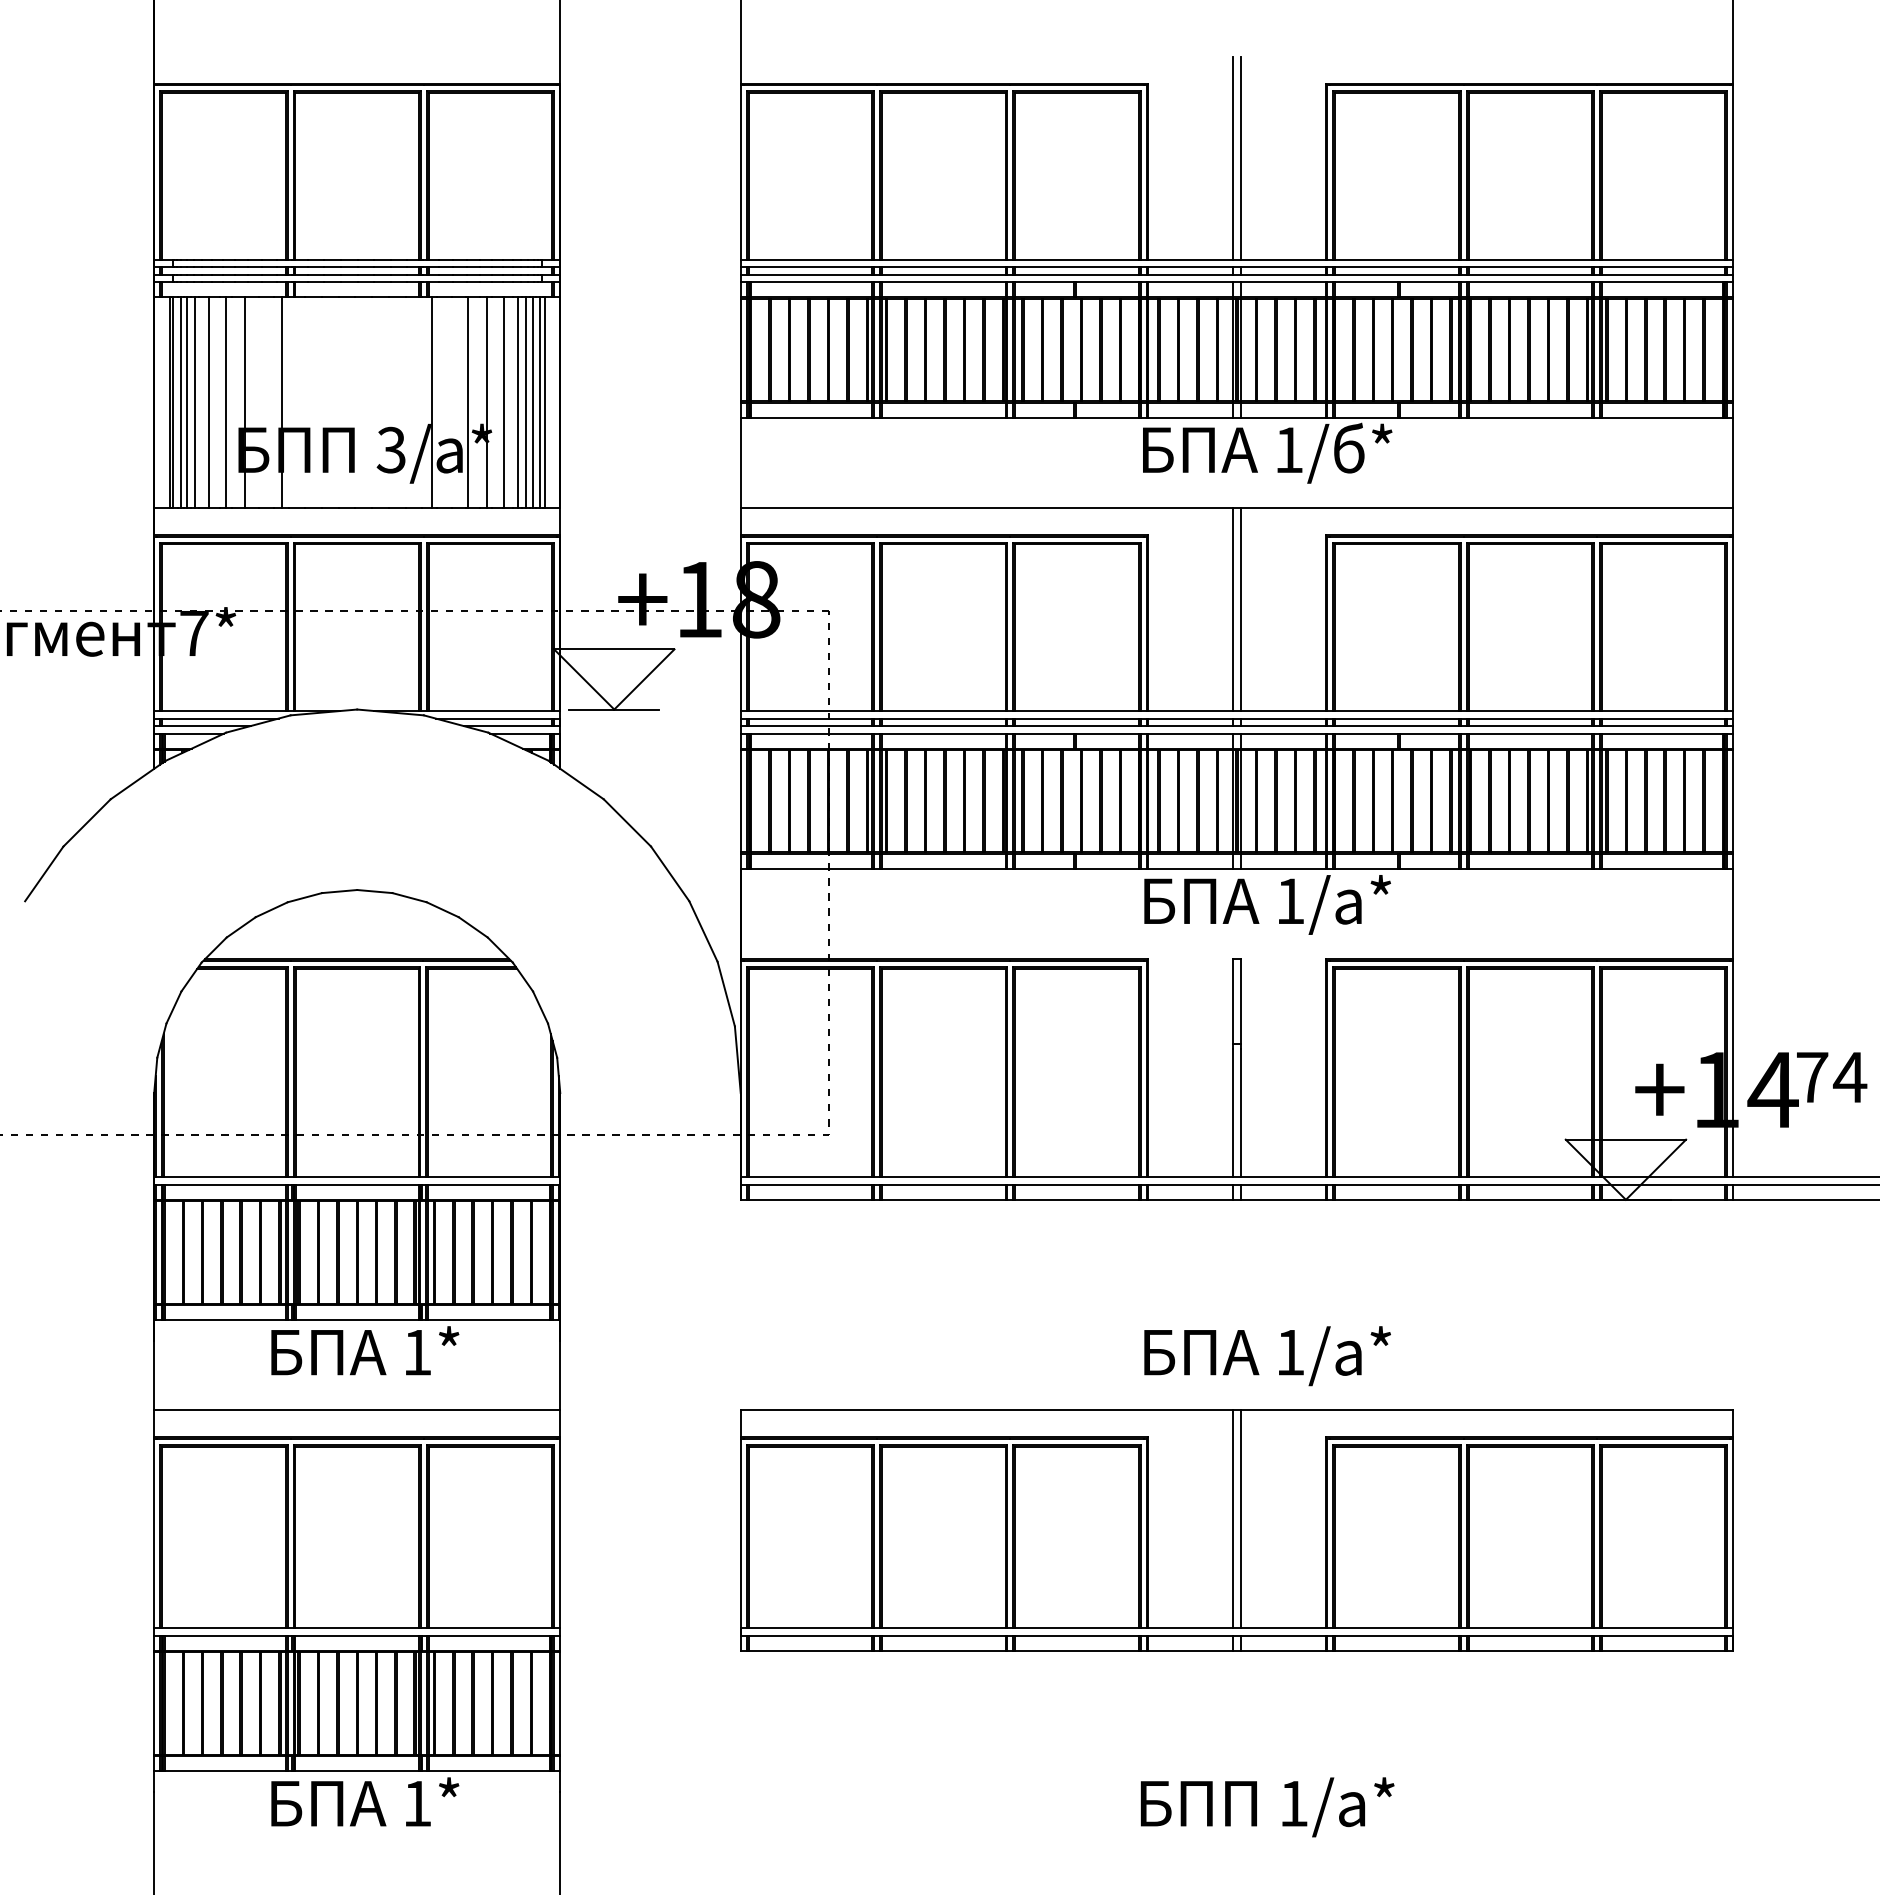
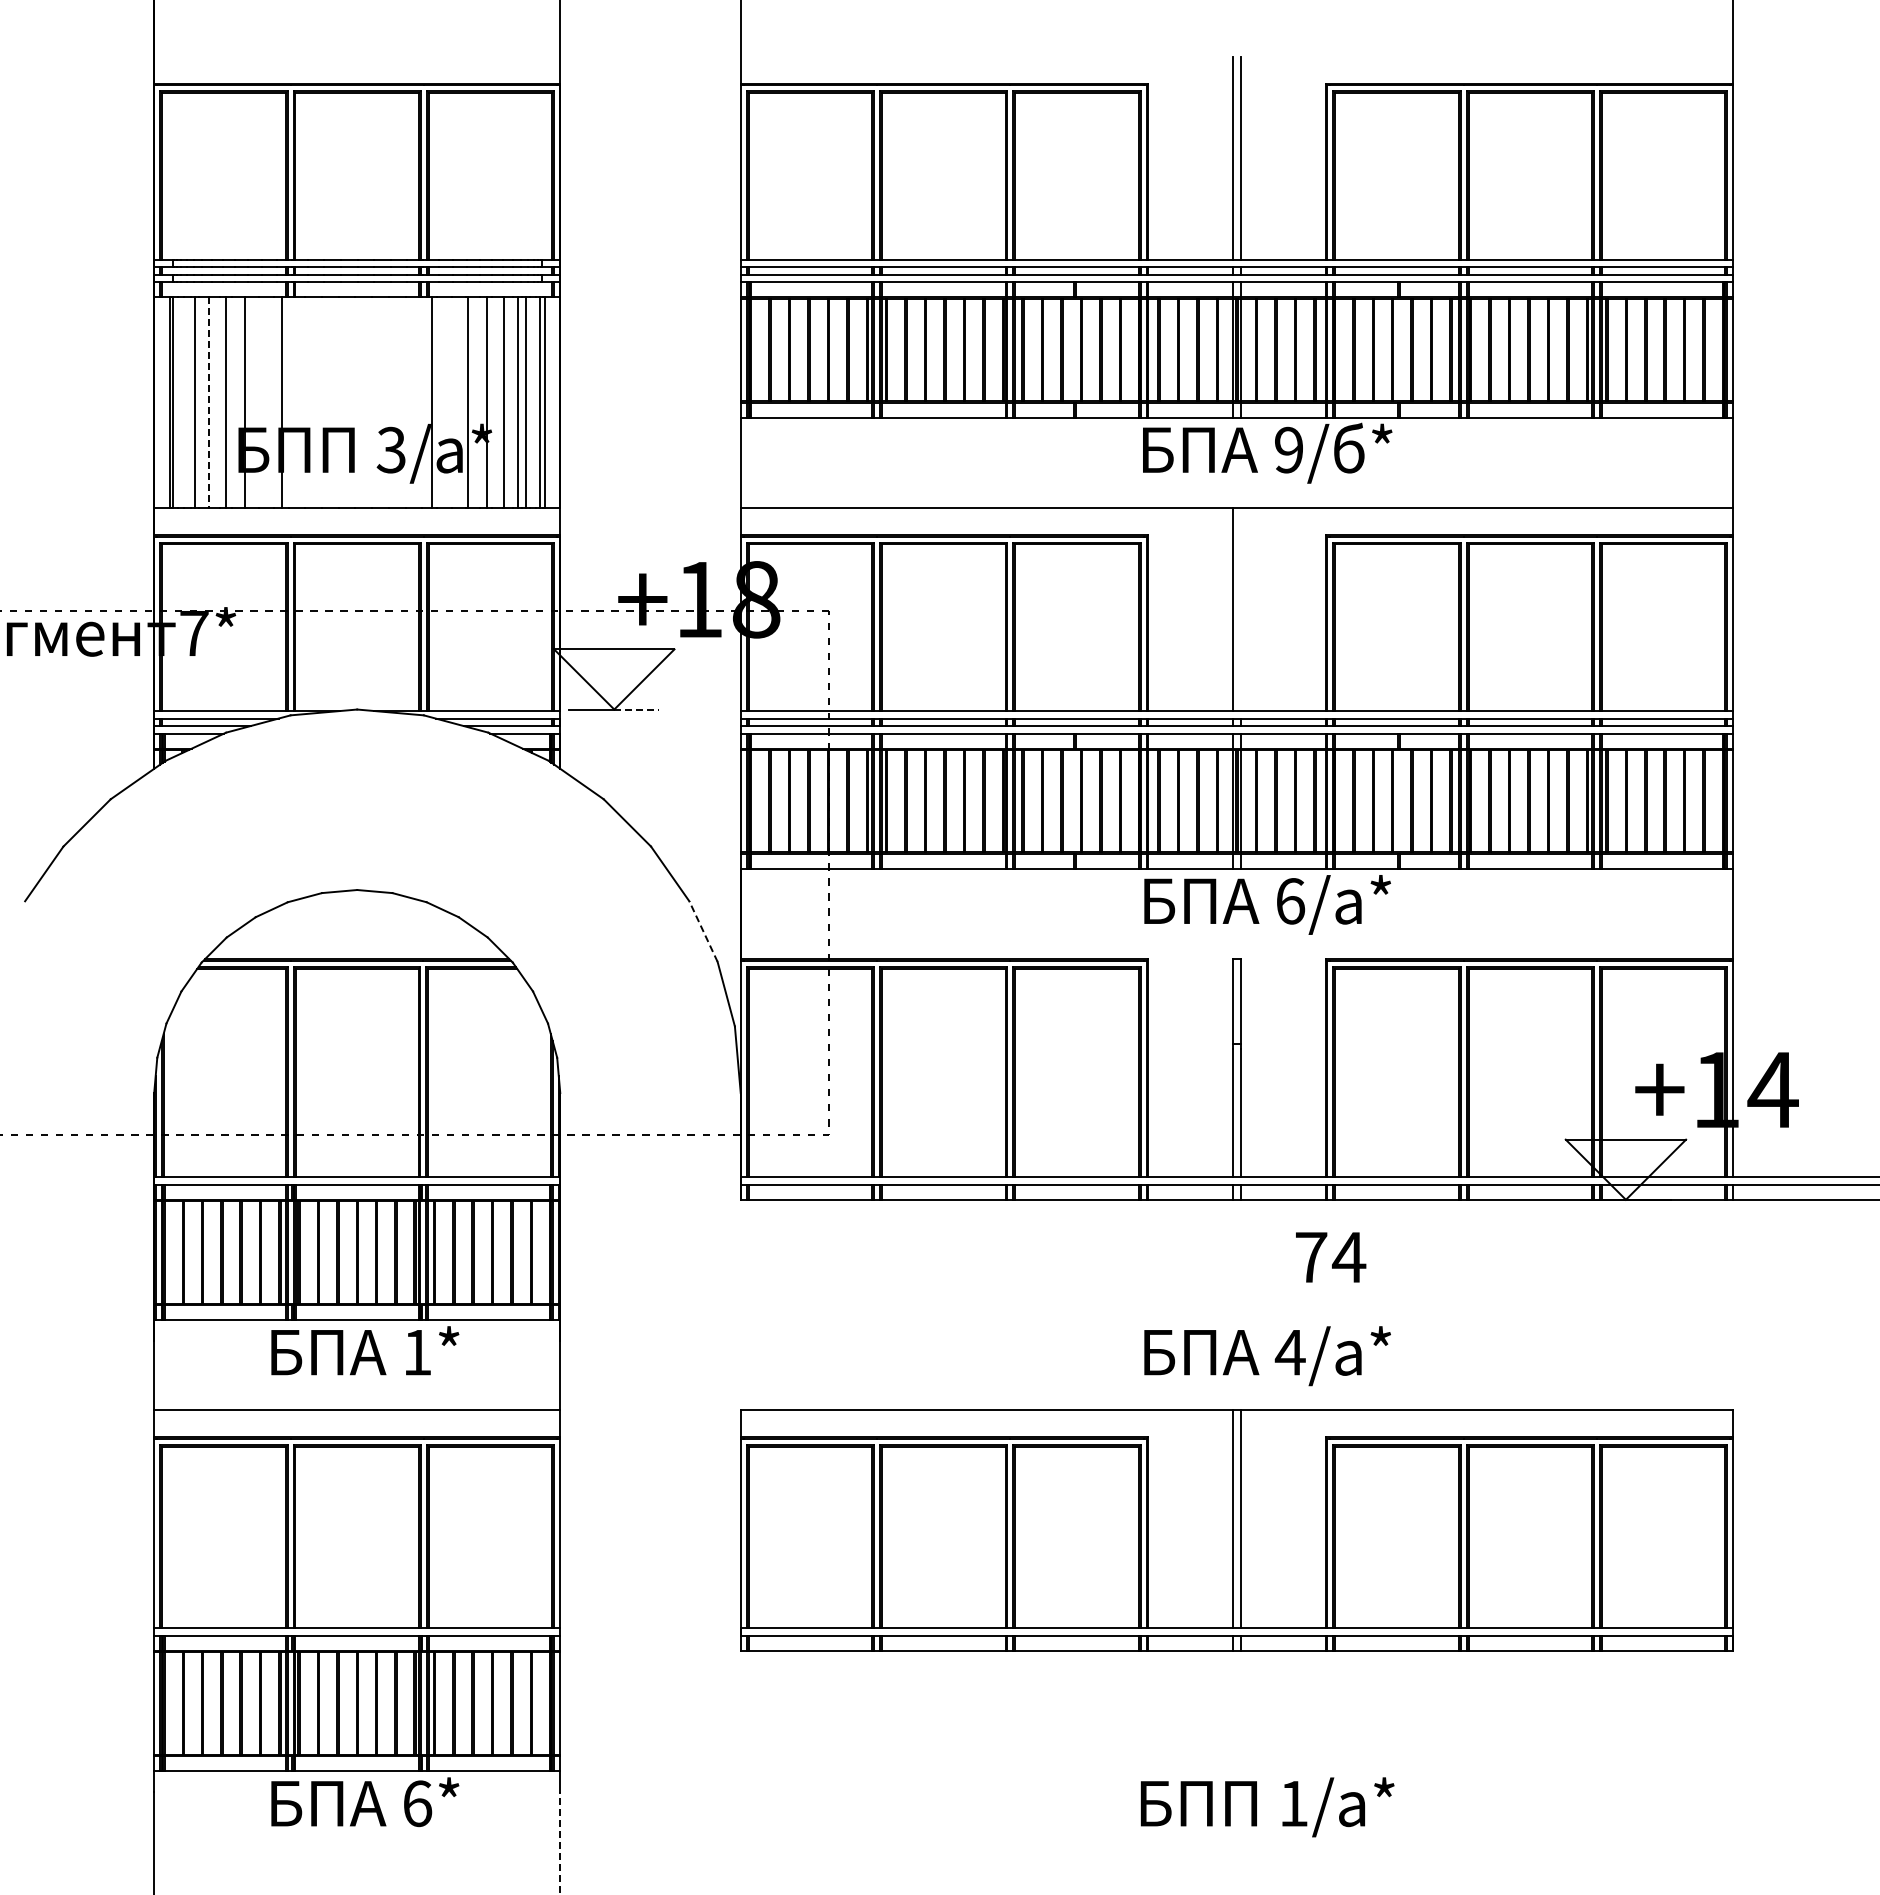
line at (180, 402): present -> none
line at (187, 402): present -> none
line at (532, 402): present -> none
line at (208, 403): solid -> dashed
text at (1288, 449): 1/ -> 9/
line at (1240, 609): present -> none
line at (636, 709): solid -> dashed
text at (1291, 901): 1/ -> 6/
line at (703, 931): solid -> dashed
text at (1832, 1077) position: (1832, 1077) -> (1331, 1257)
text at (1289, 1352): 1/ -> 4/
text at (418, 1803): 1* -> 6*
line at (560, 1843): solid -> dashed
